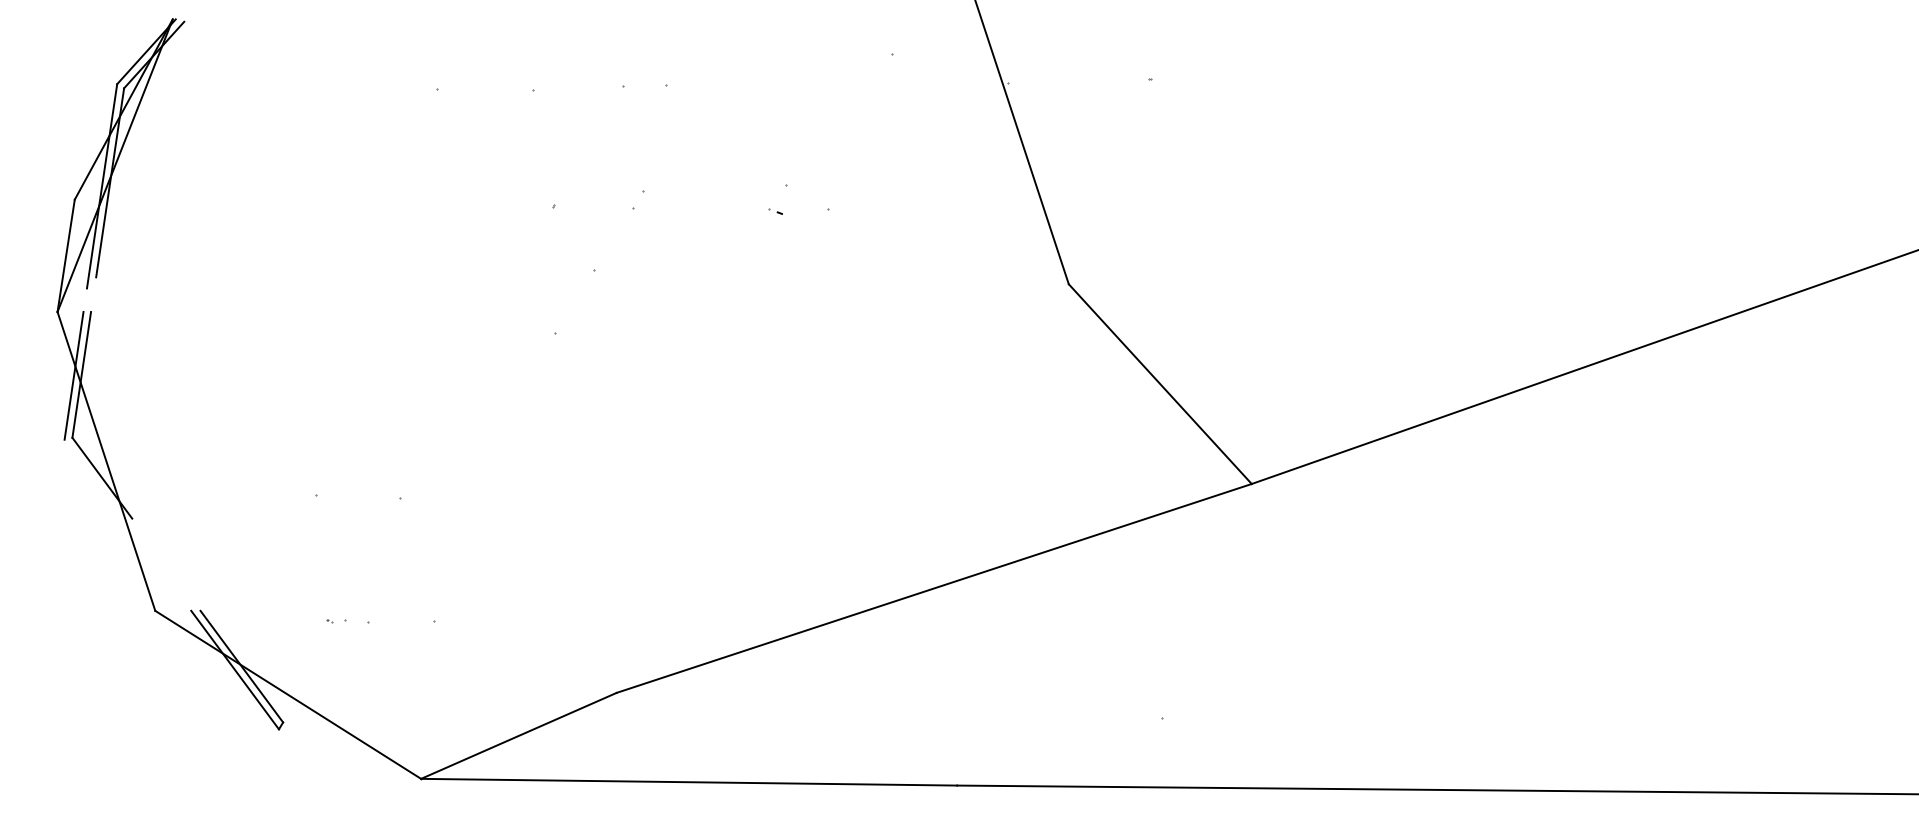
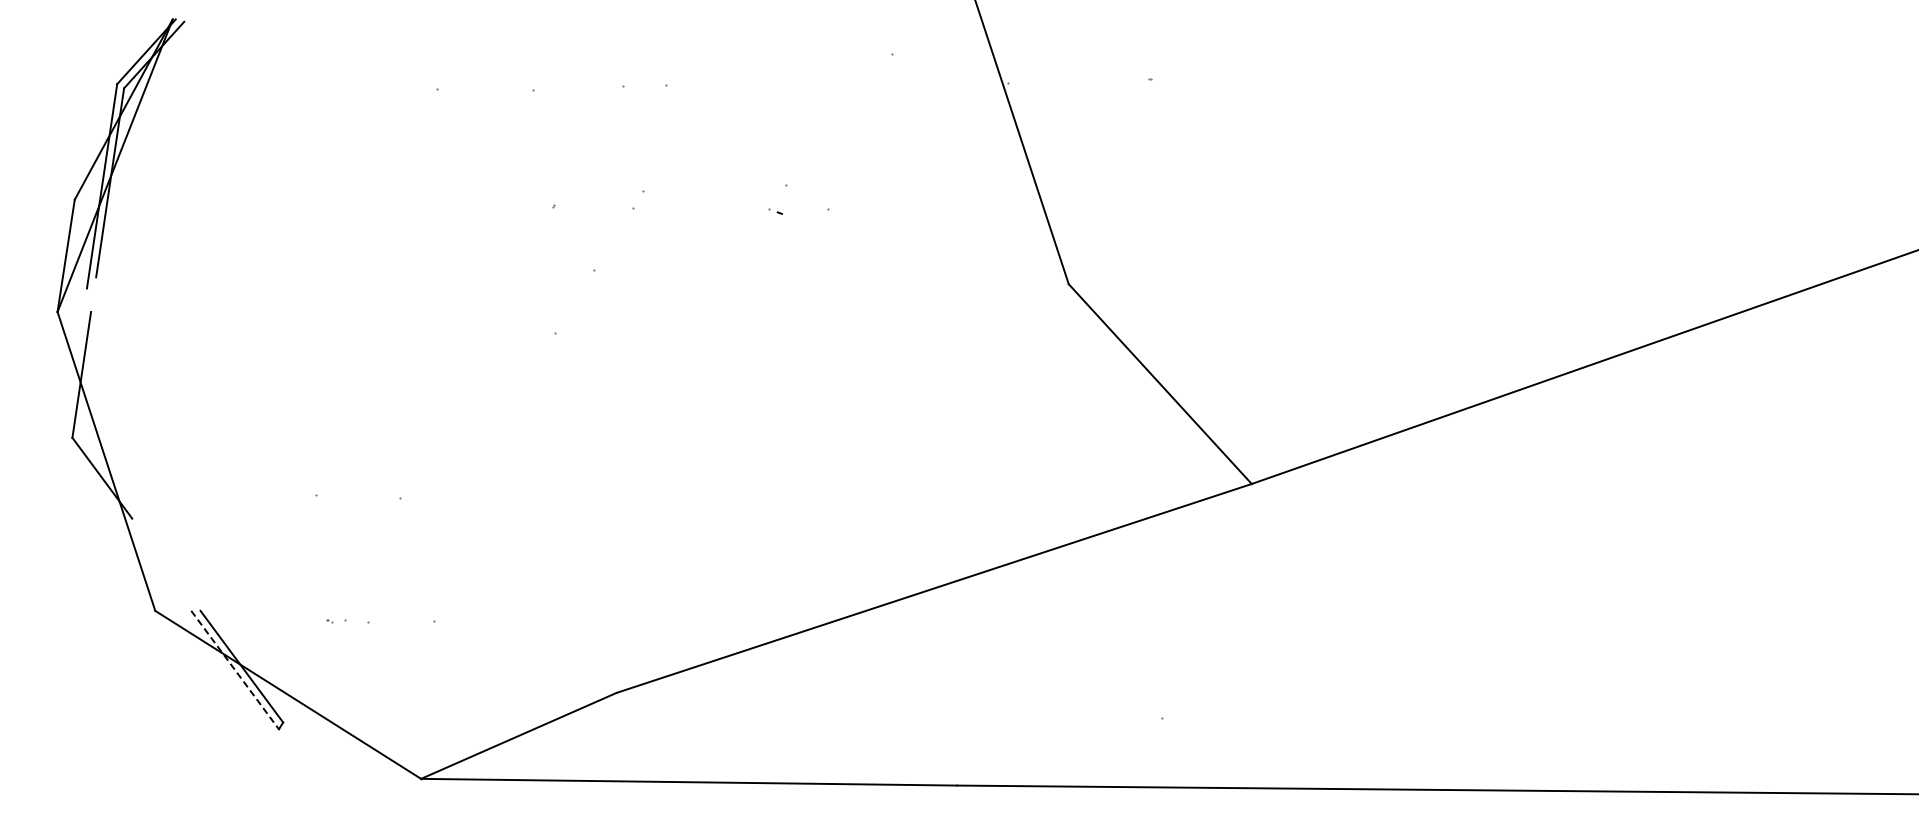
line at (73, 375): present -> none
line at (235, 670): solid -> dashed
